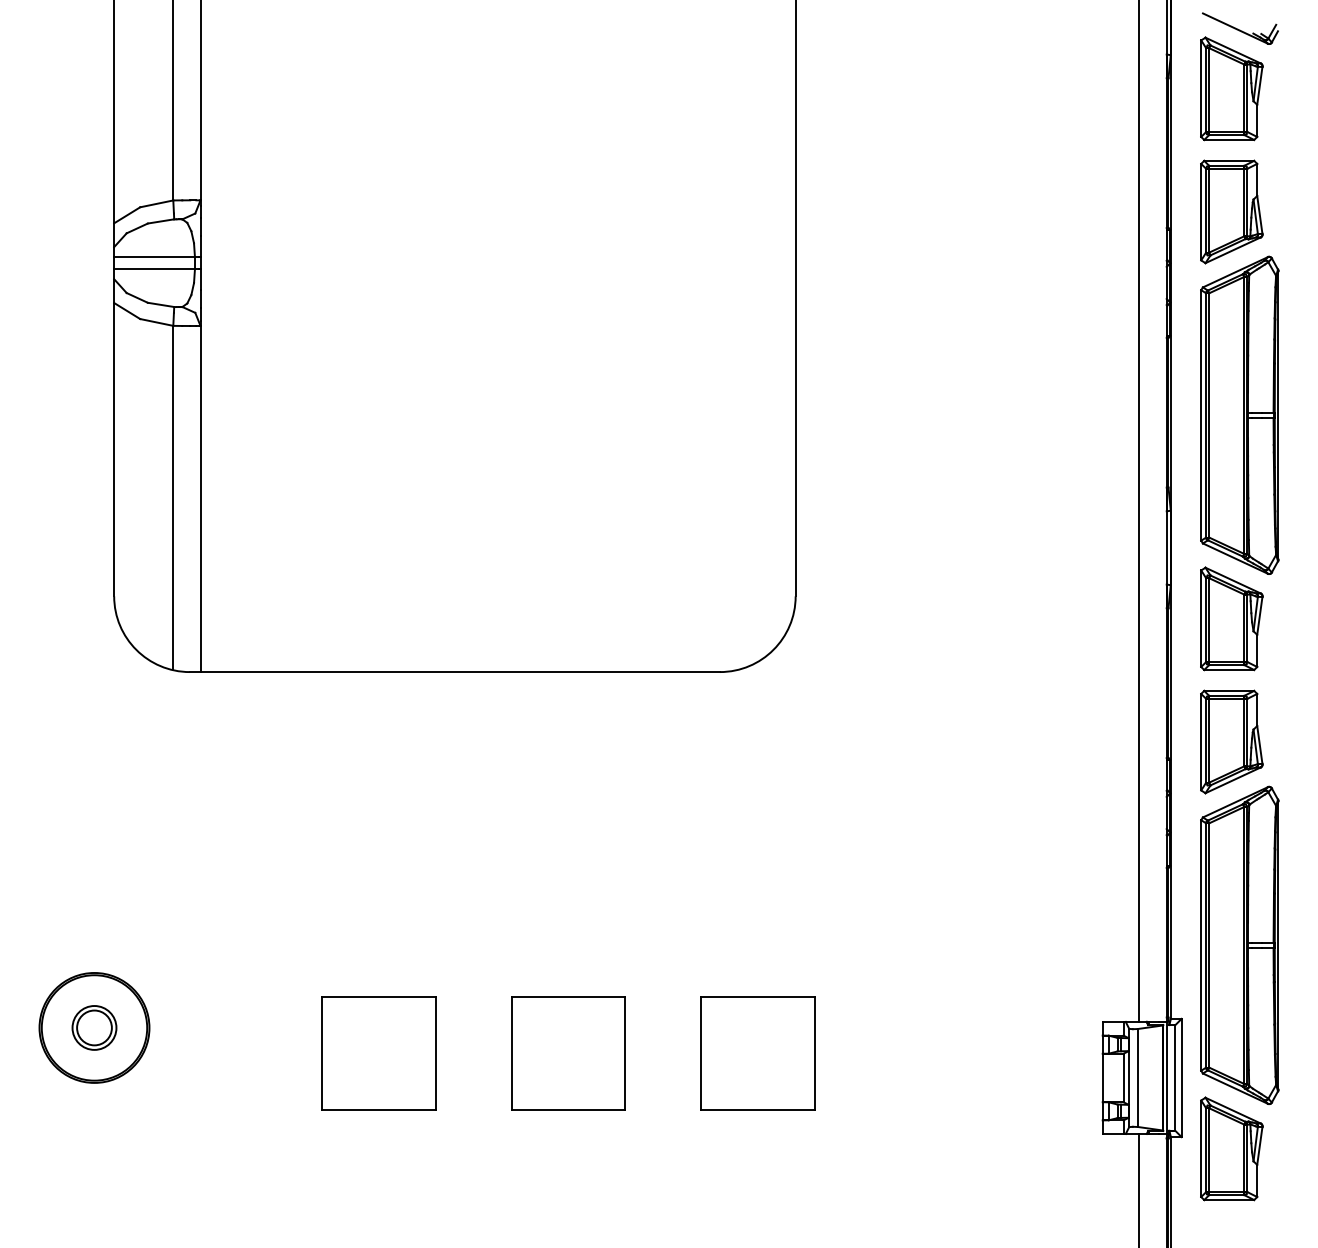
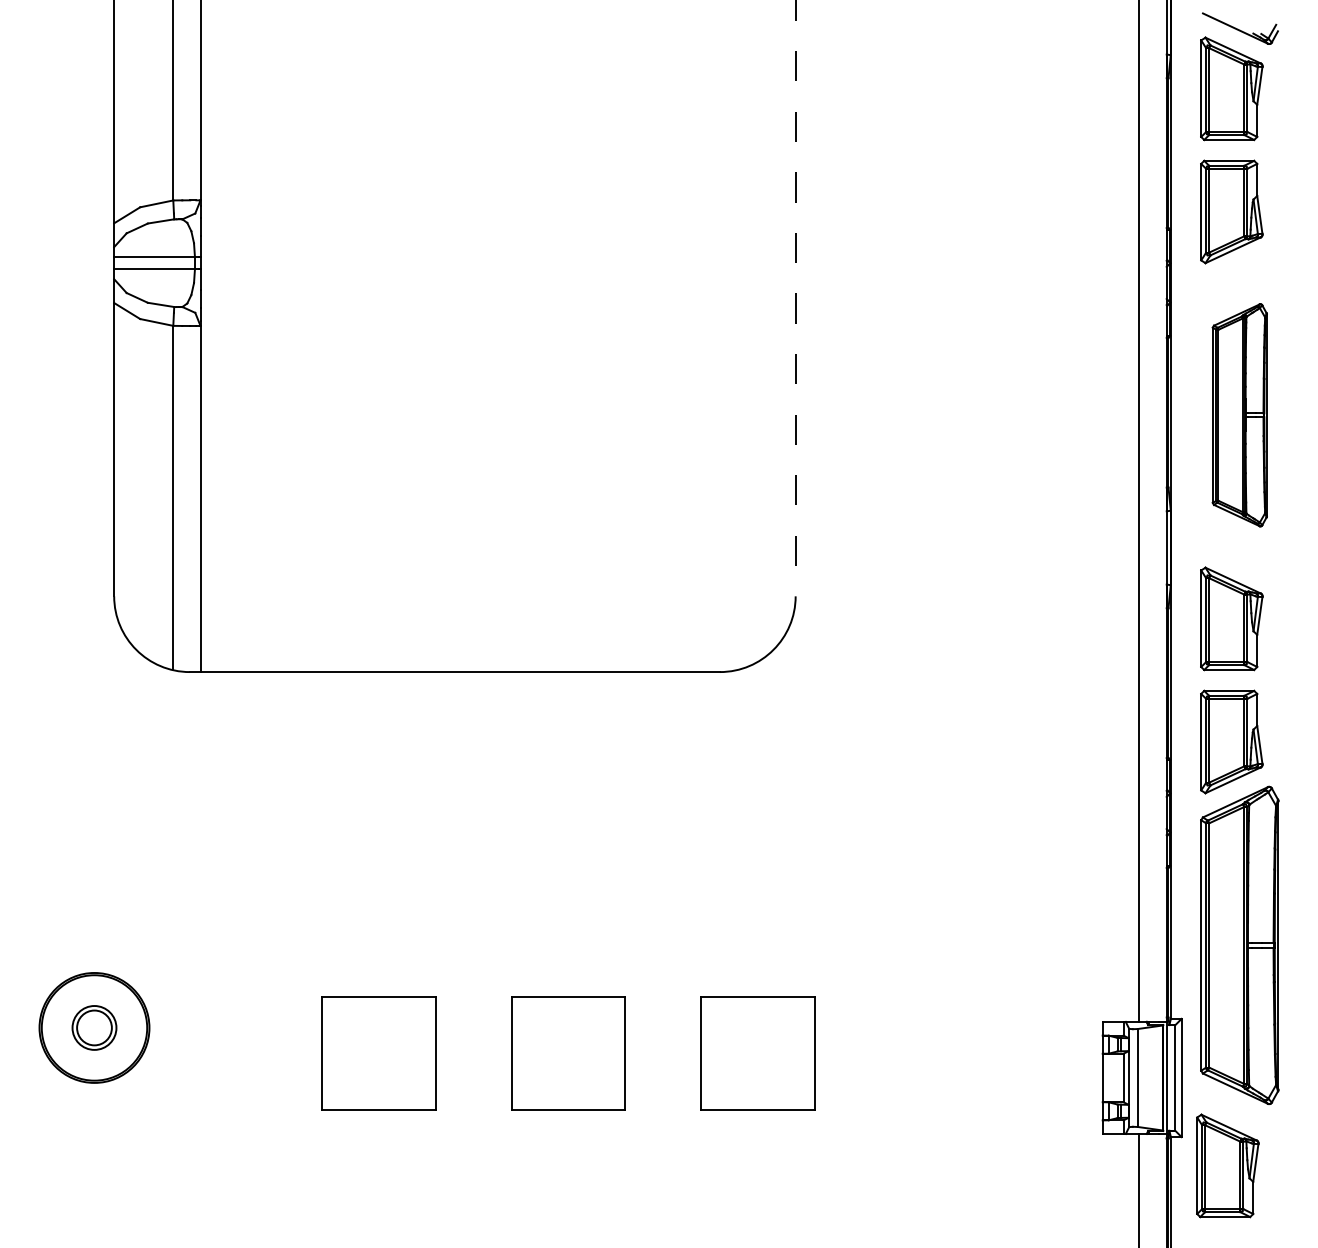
line at (795, 298): solid -> dashed
part at (1239, 414) size: 80x320 px -> 57x225 px
part at (1231, 1148) position: (1231, 1148) -> (1227, 1165)
